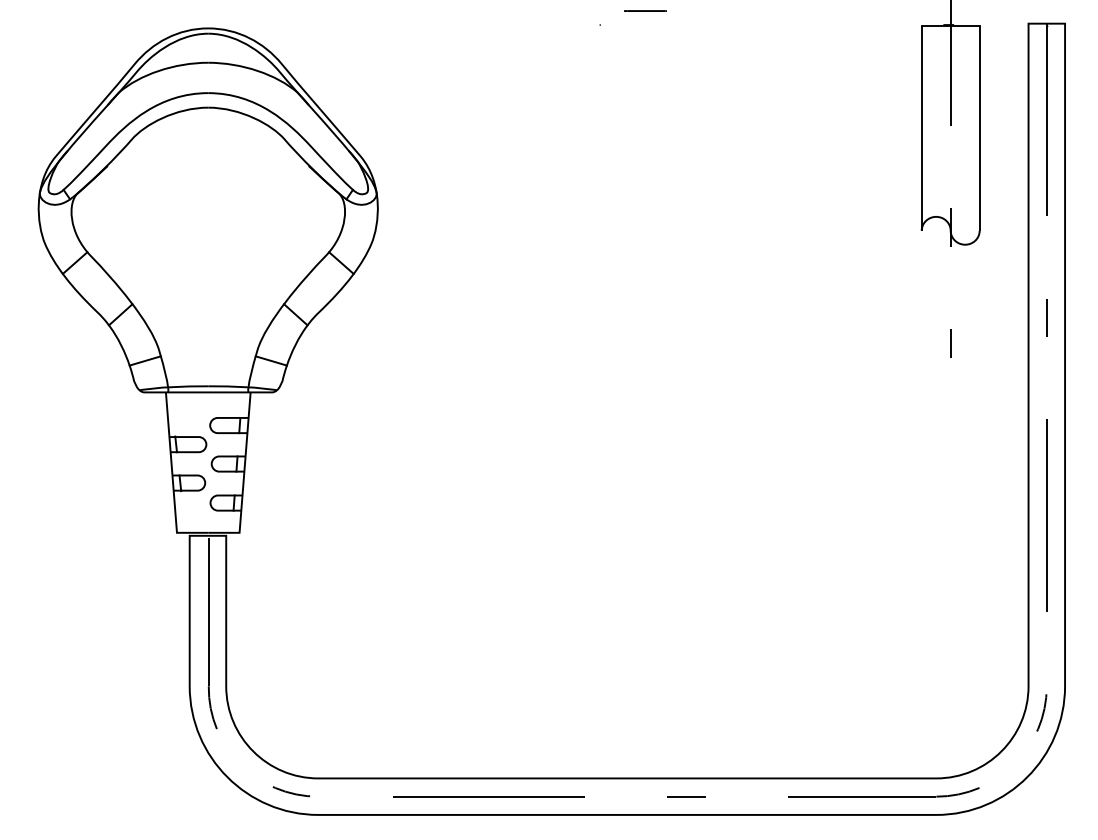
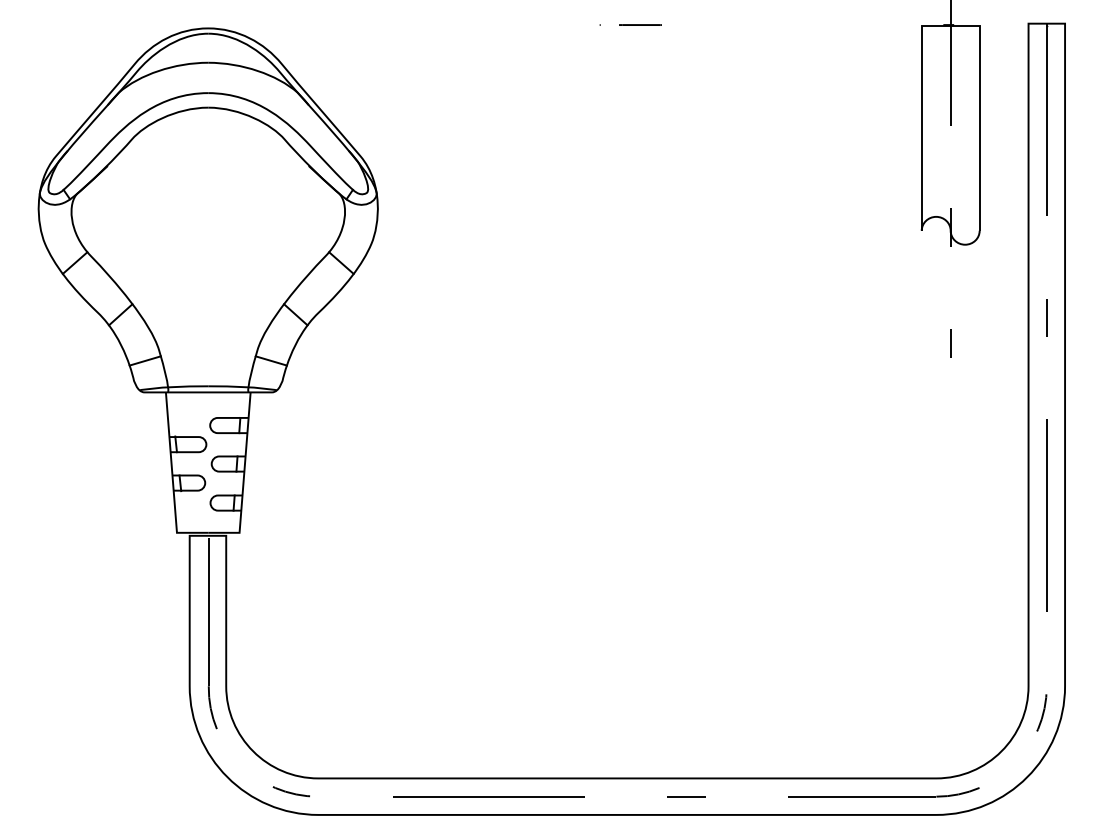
line at (645, 10) position: (645, 10) -> (640, 24)
